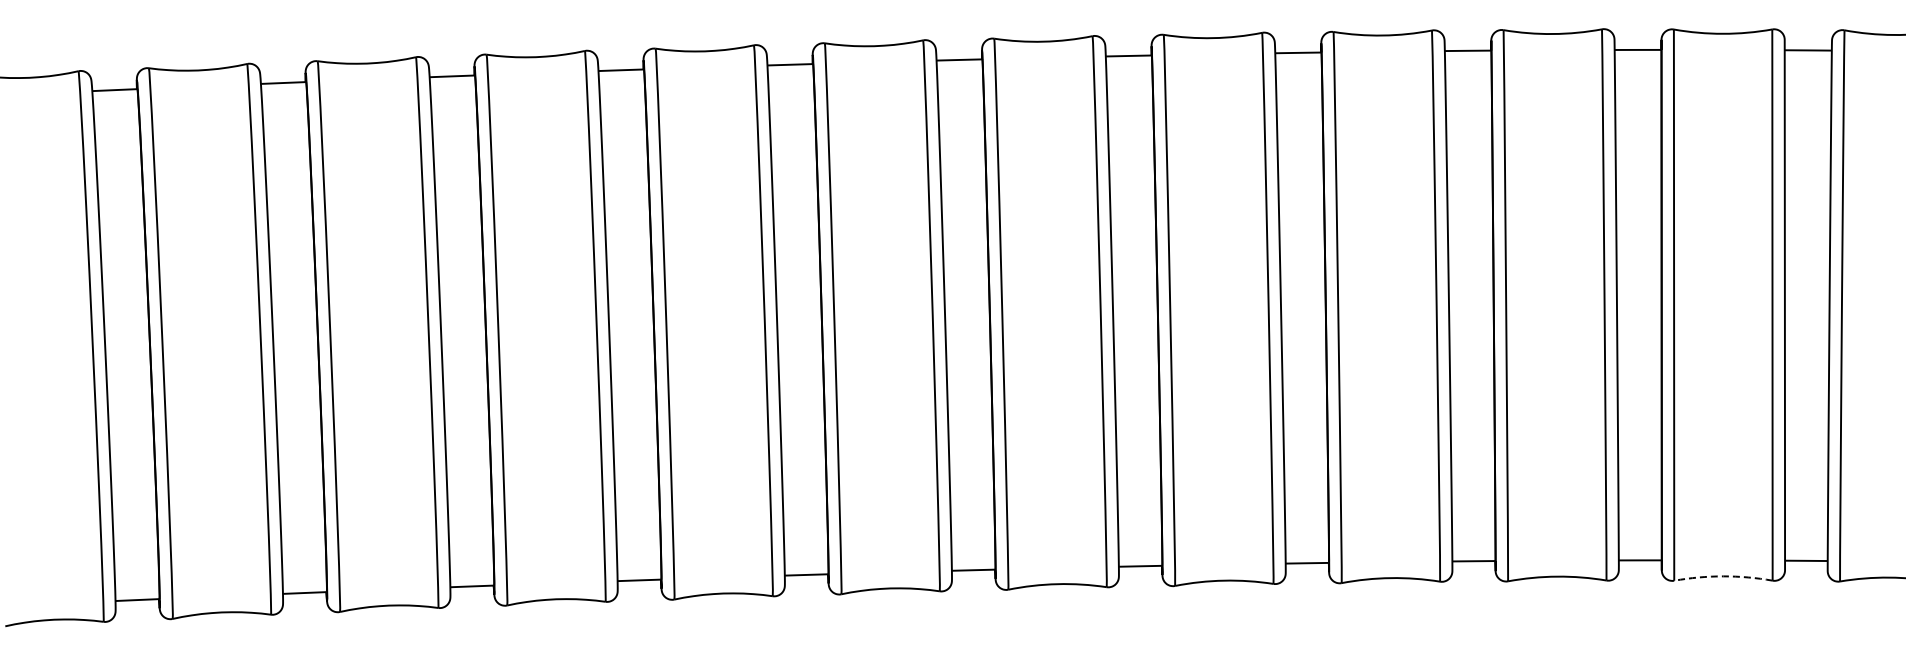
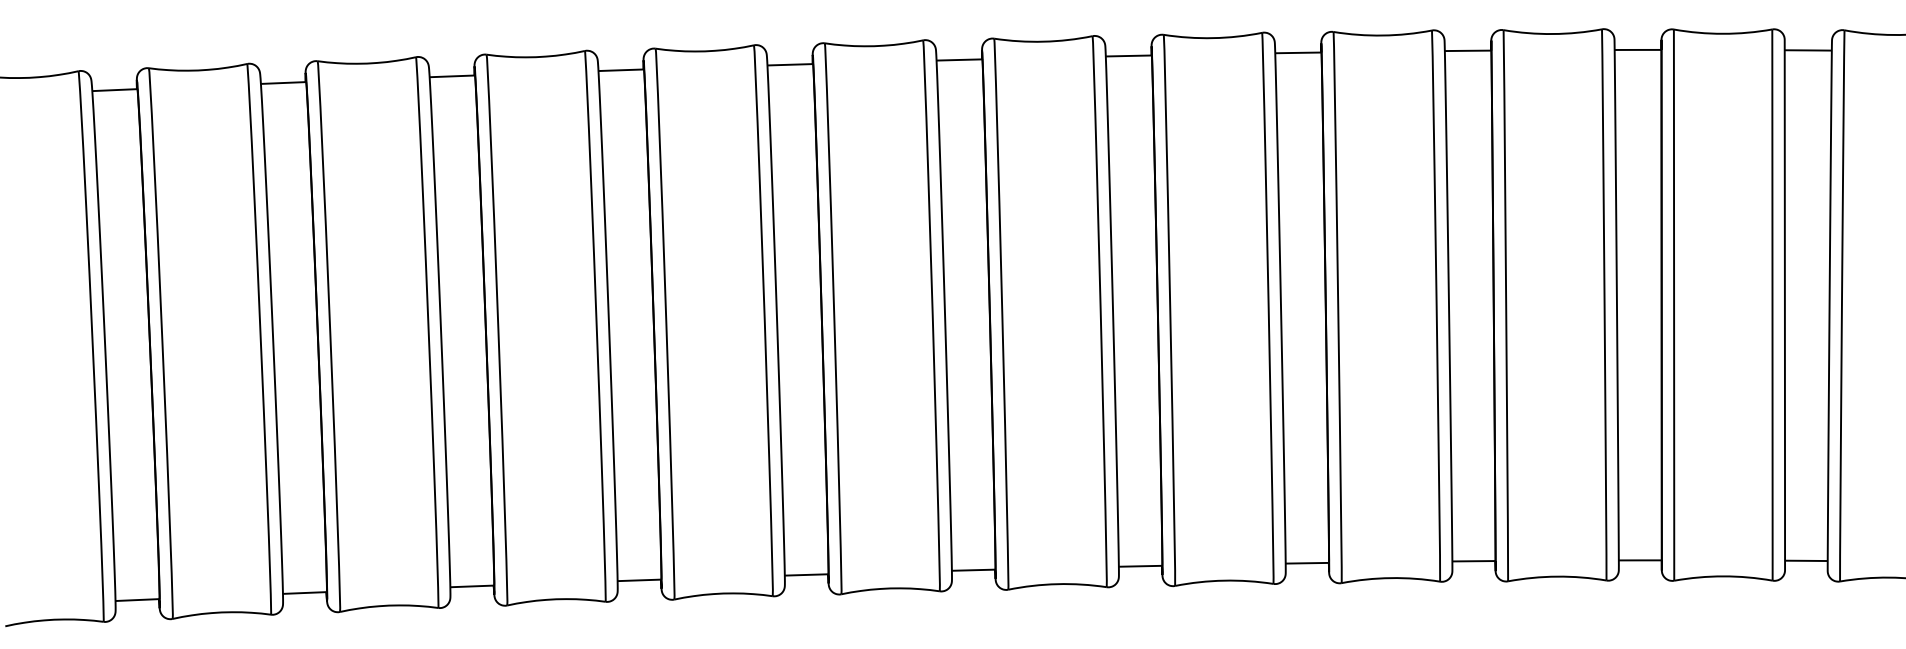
arc at (1723, 576): dashed -> solid
